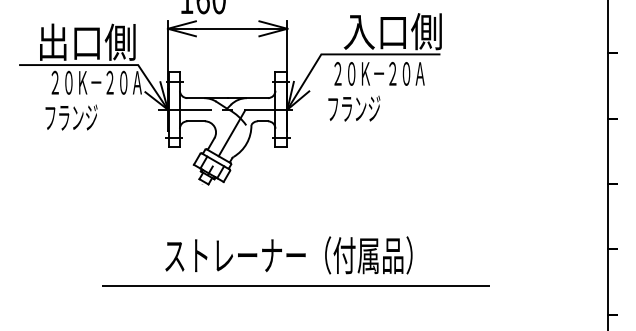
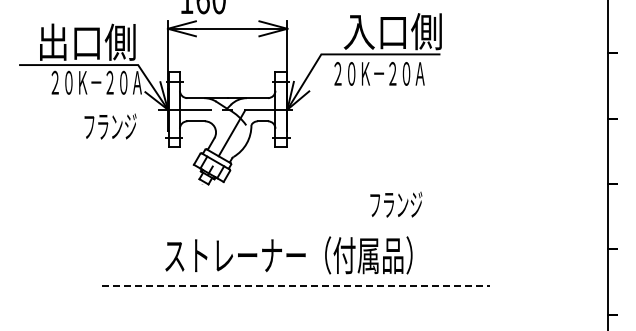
text at (354, 108) position: (354, 108) -> (396, 204)
text at (71, 117) position: (71, 117) -> (110, 126)
line at (296, 285): solid -> dashed
